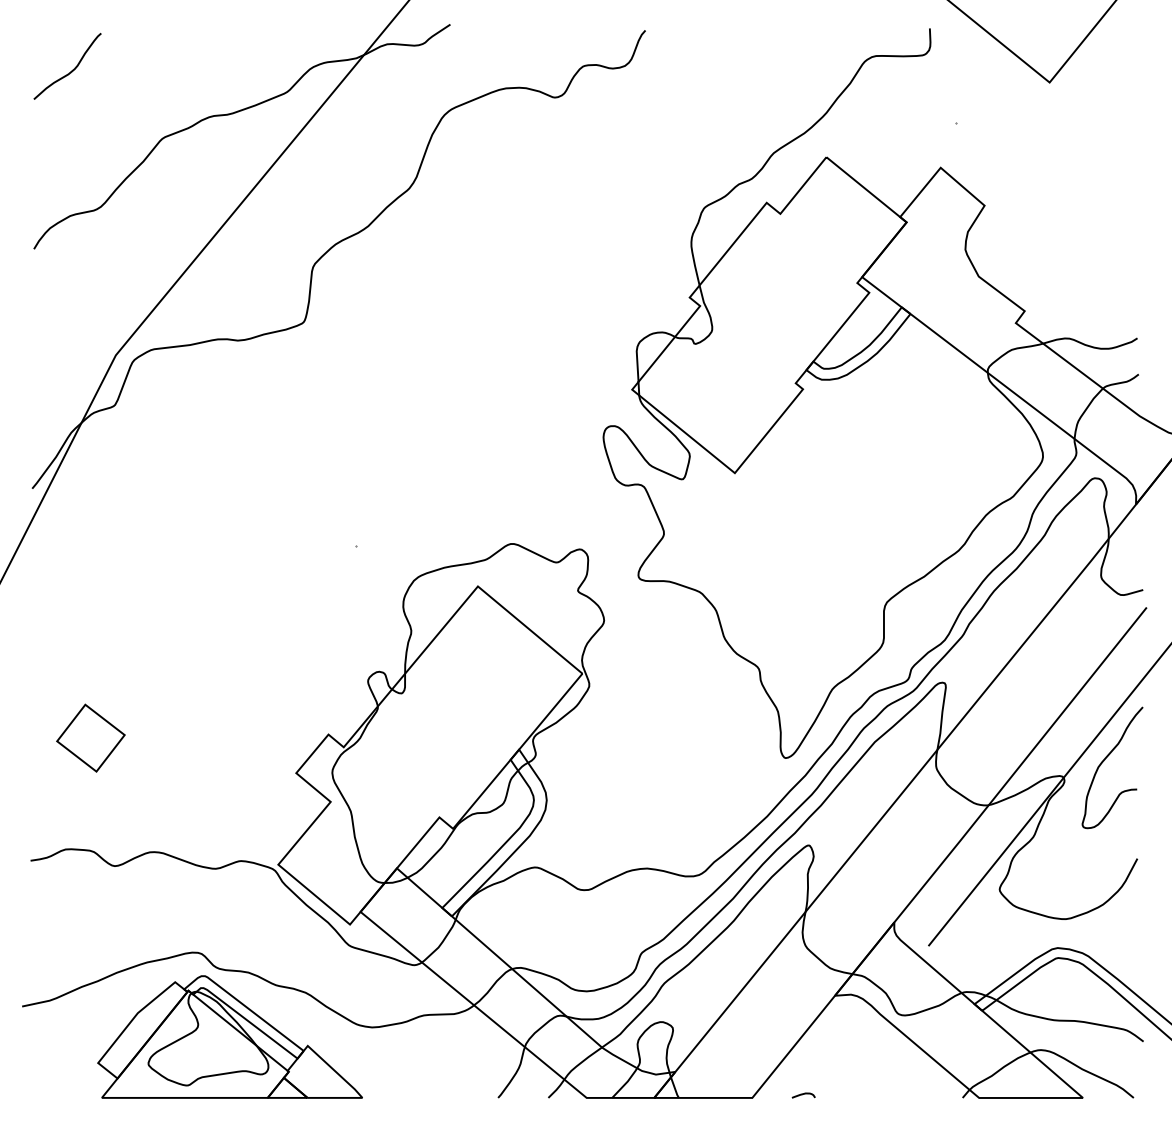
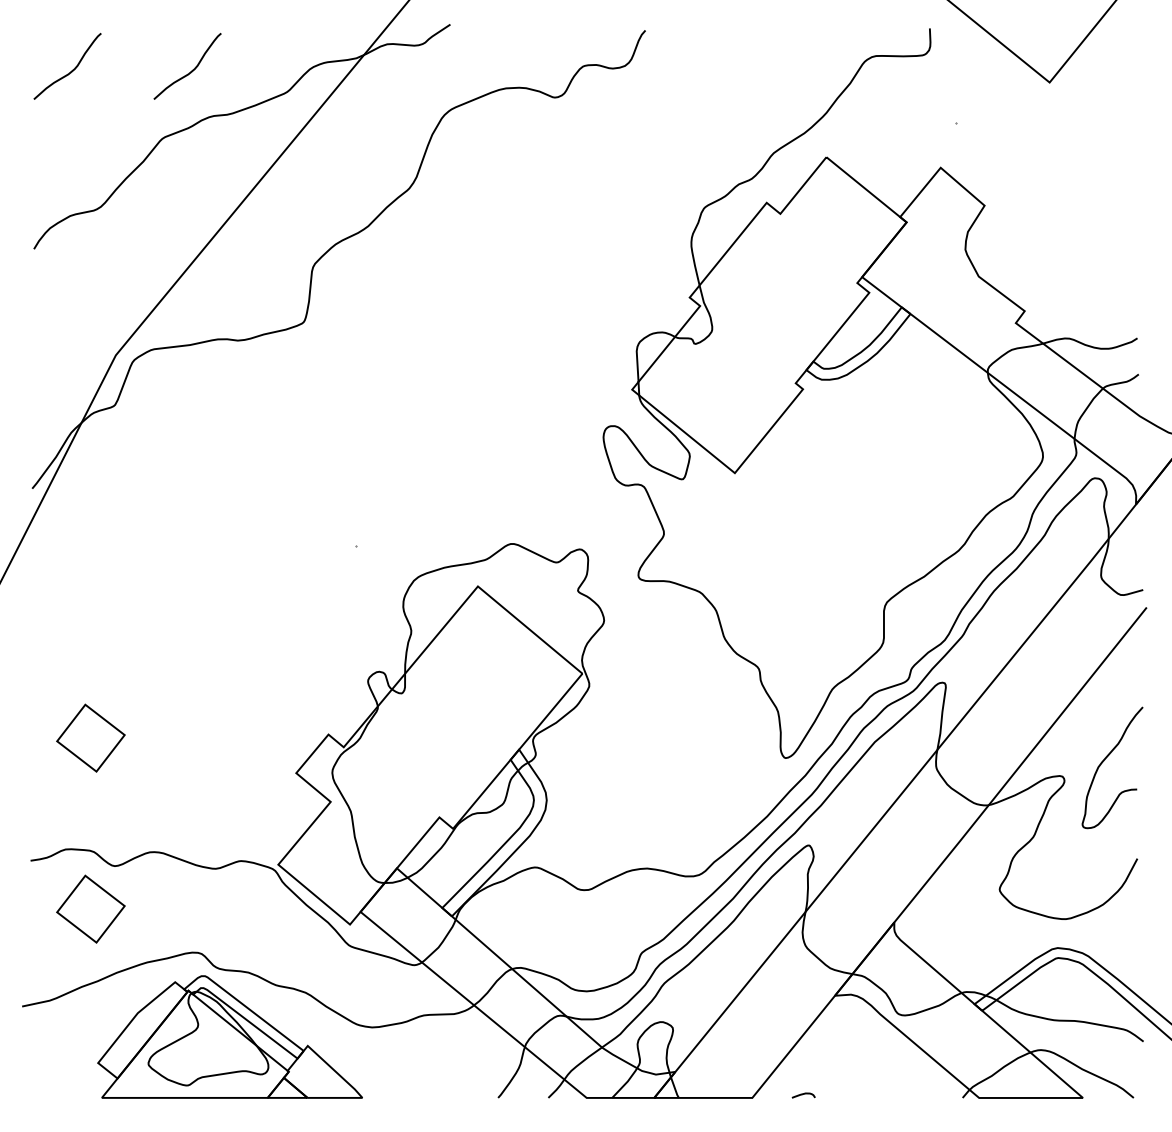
curve at (191, 70): none -> present
line at (1048, 795): present -> none
part at (90, 908): none -> present
